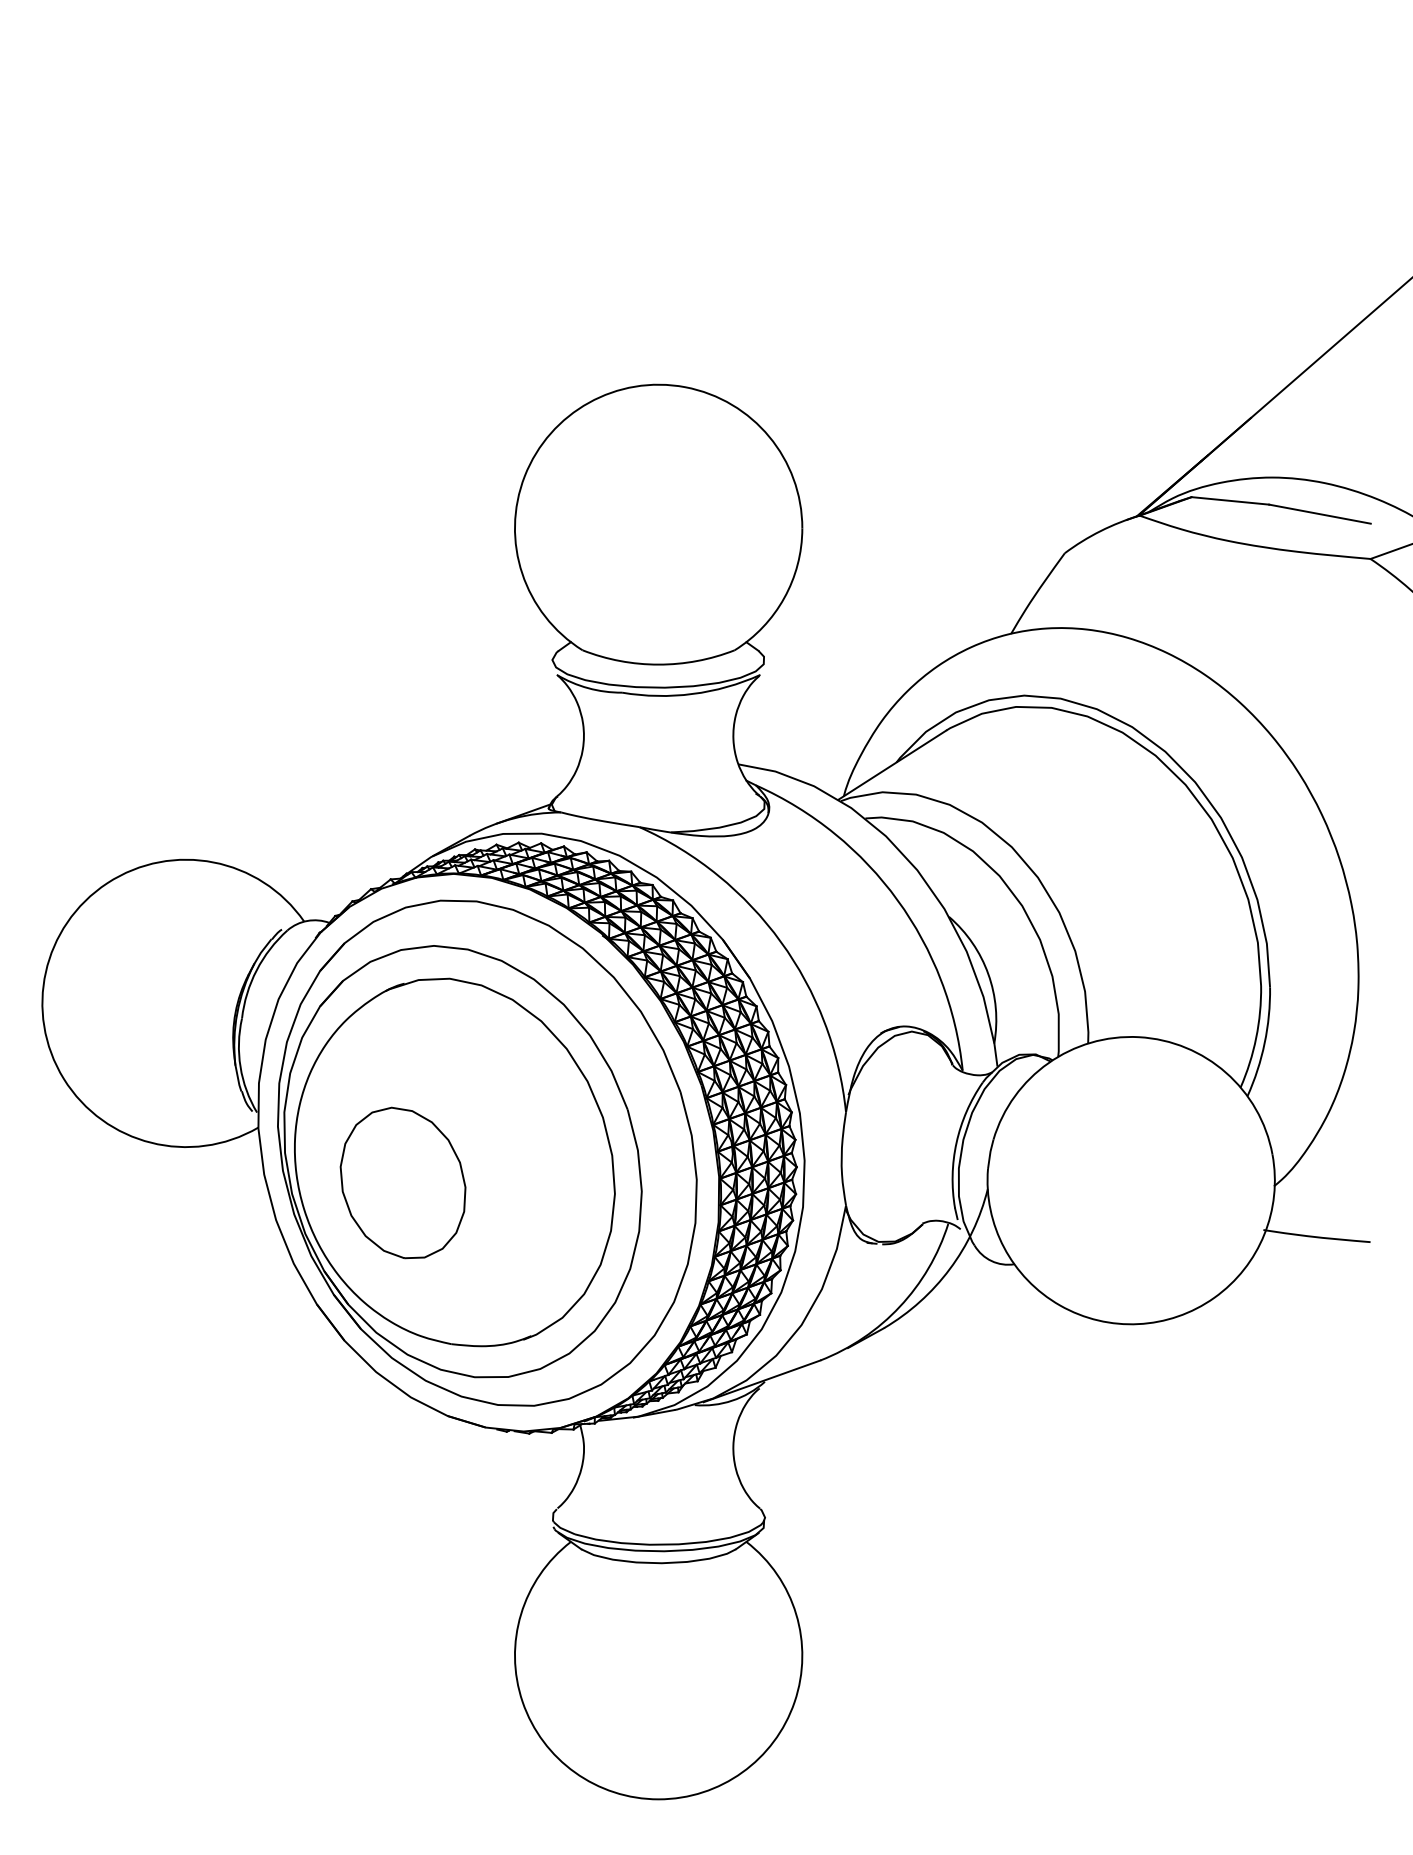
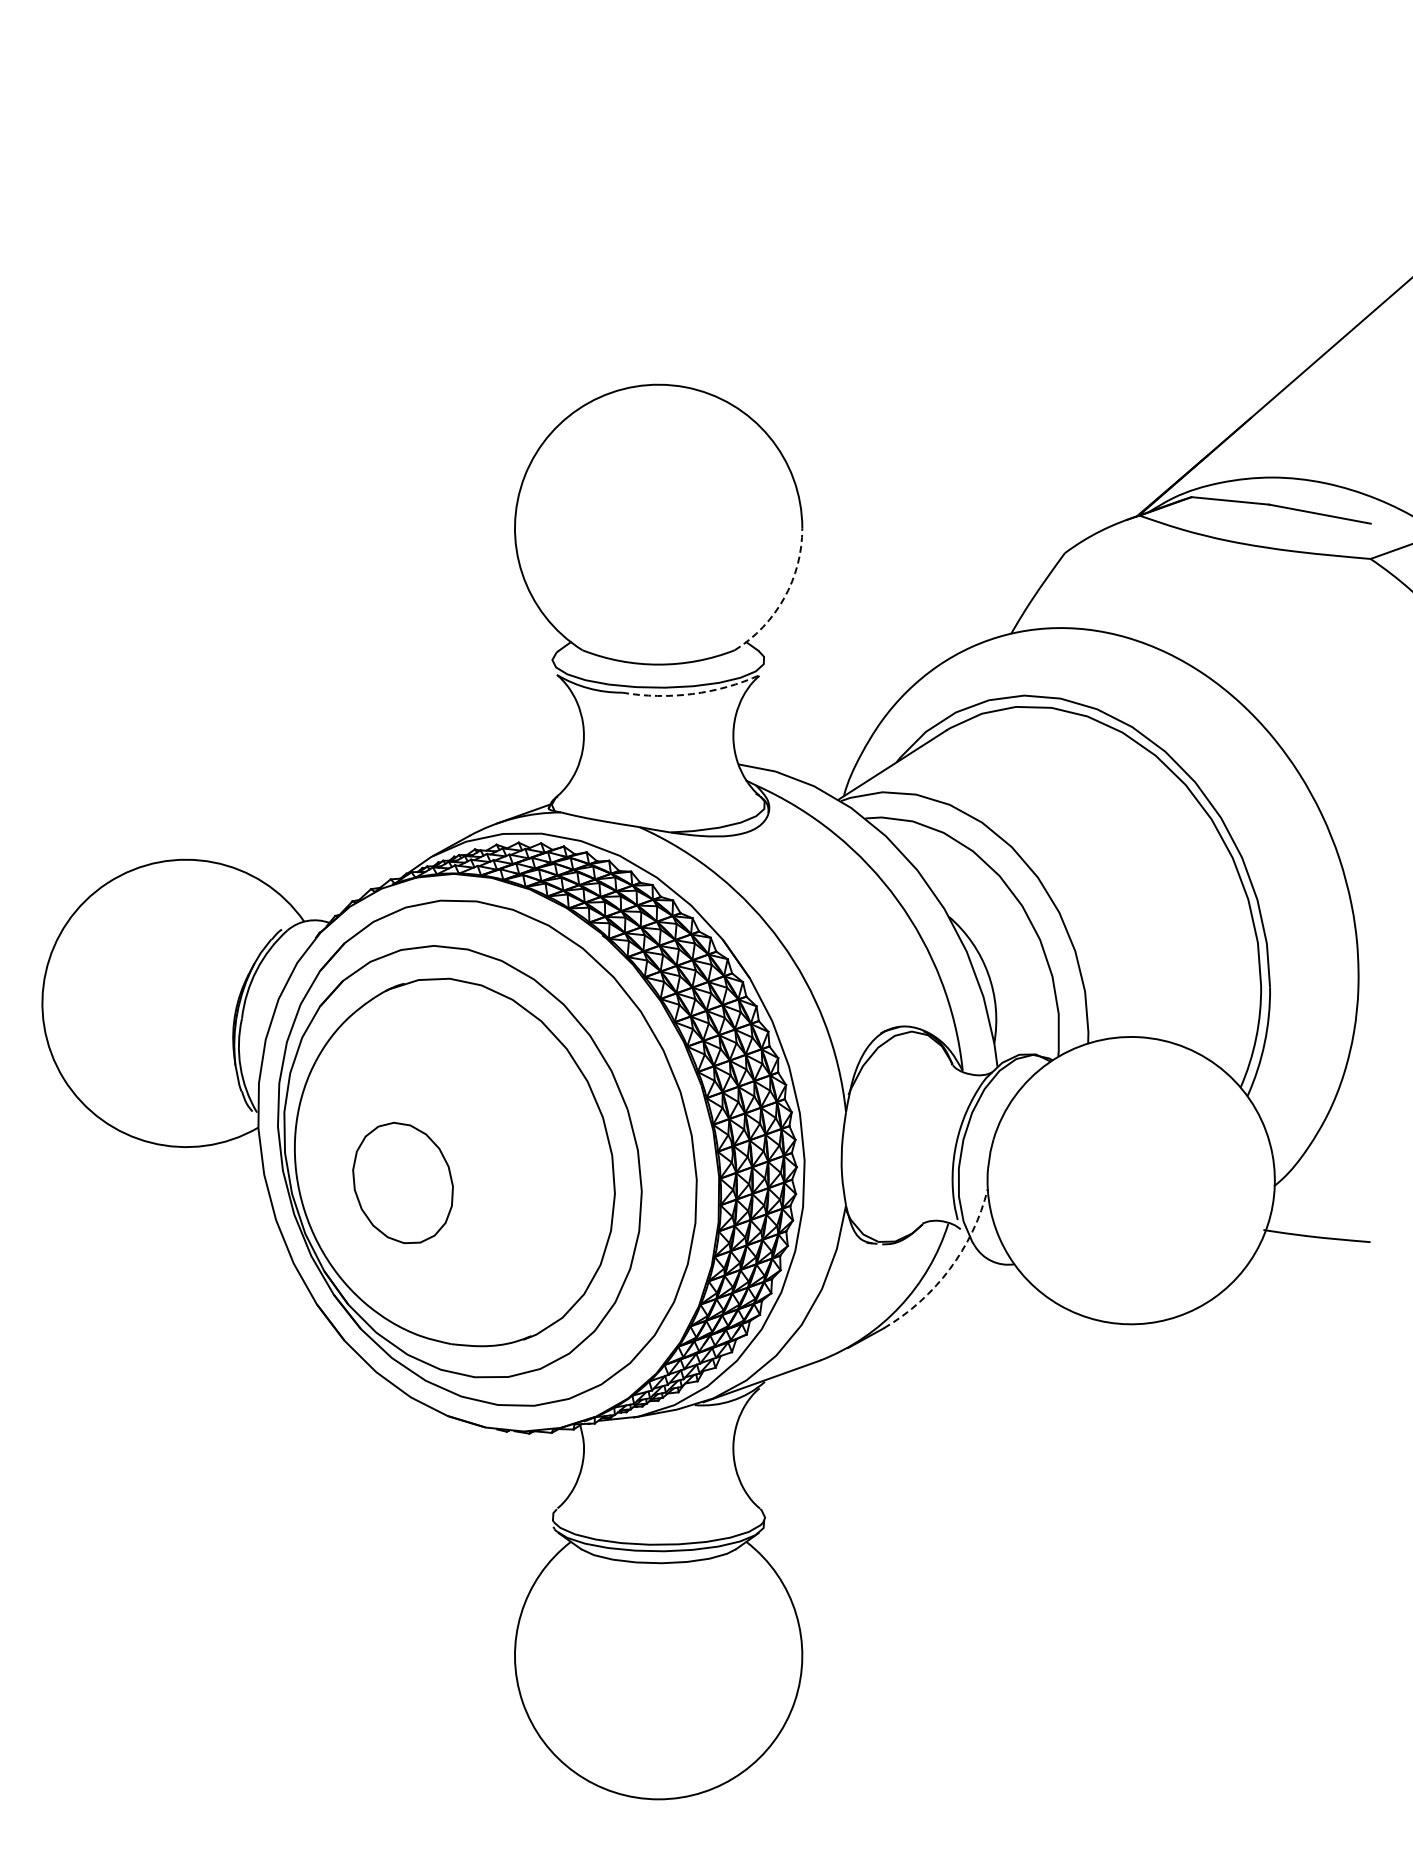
arc at (784, 598): solid -> dashed
arc at (692, 694): solid -> dashed
part at (402, 1182) size: 128x154 px -> 102x123 px
arc at (949, 1269): solid -> dashed
